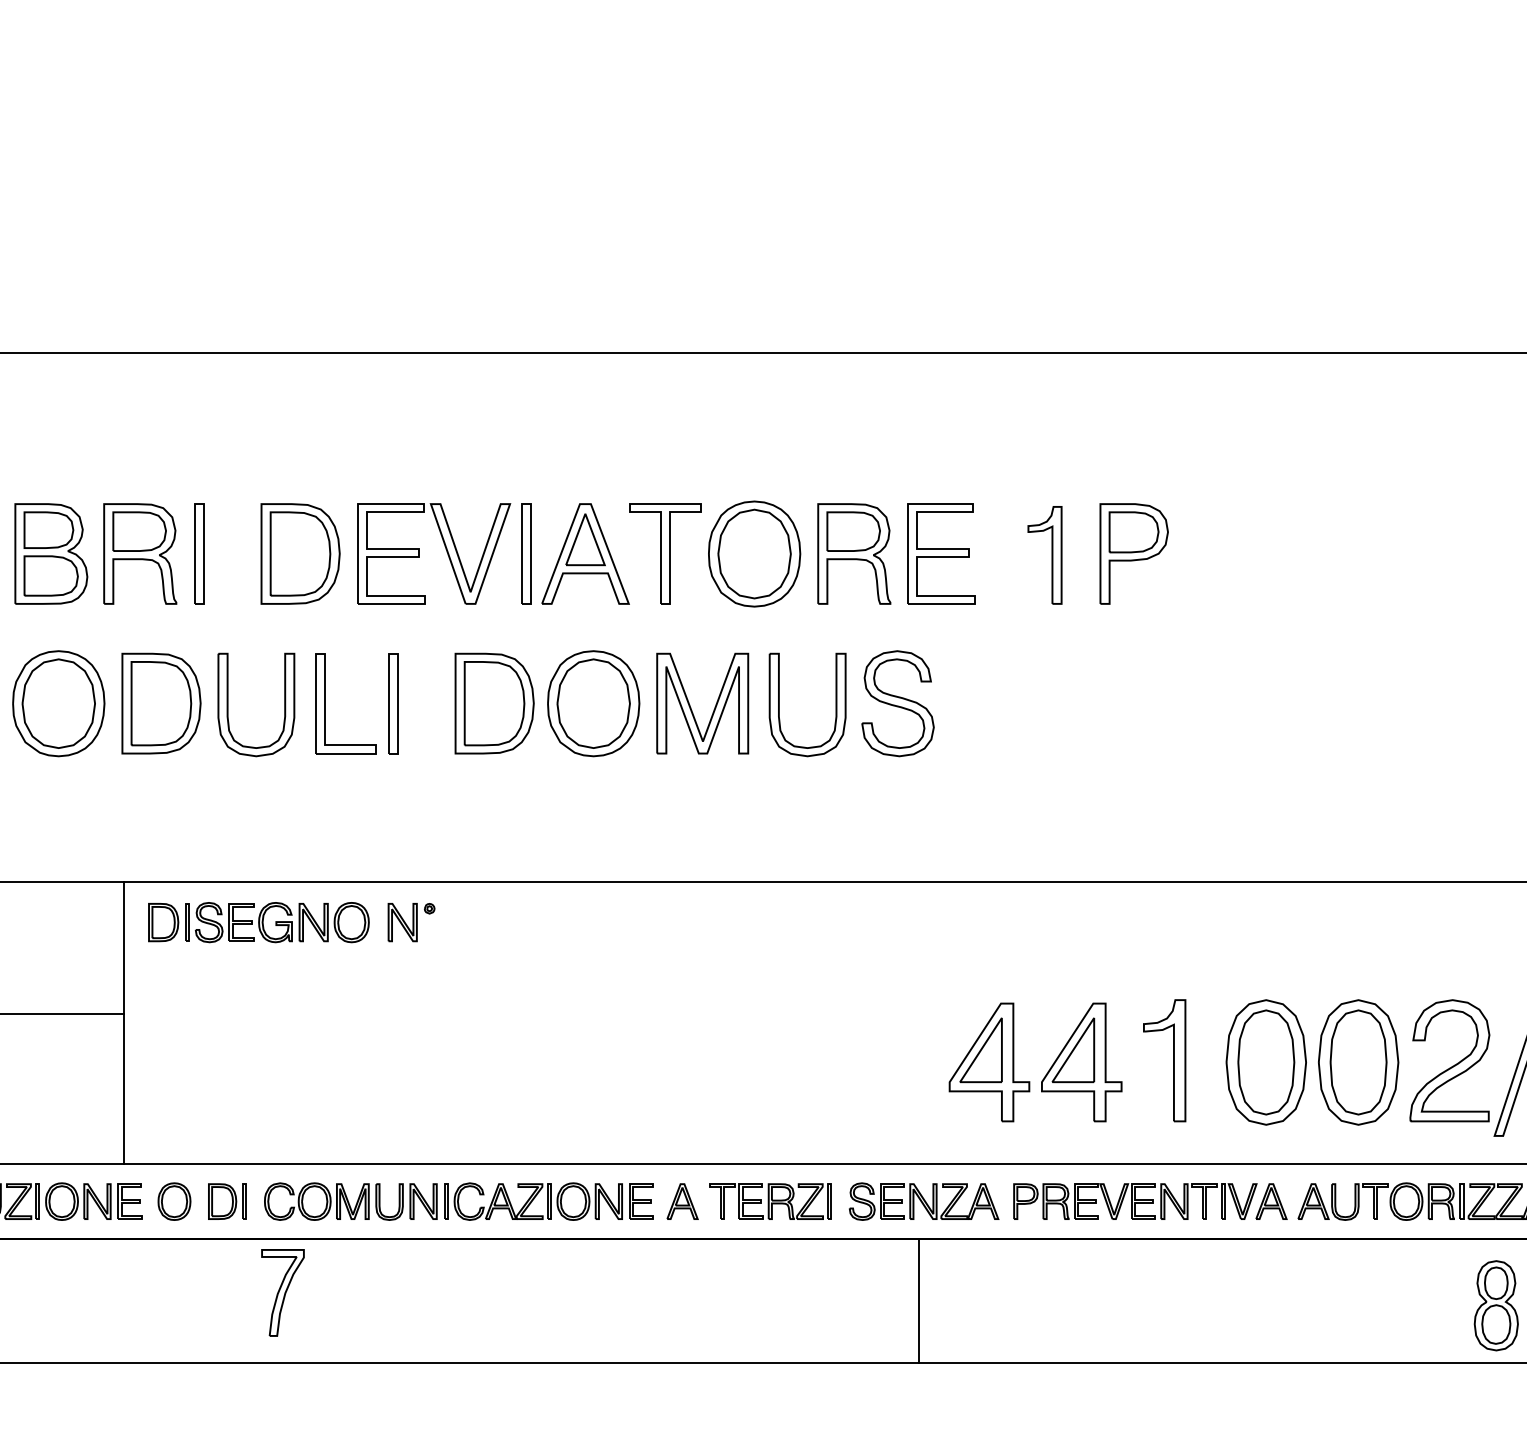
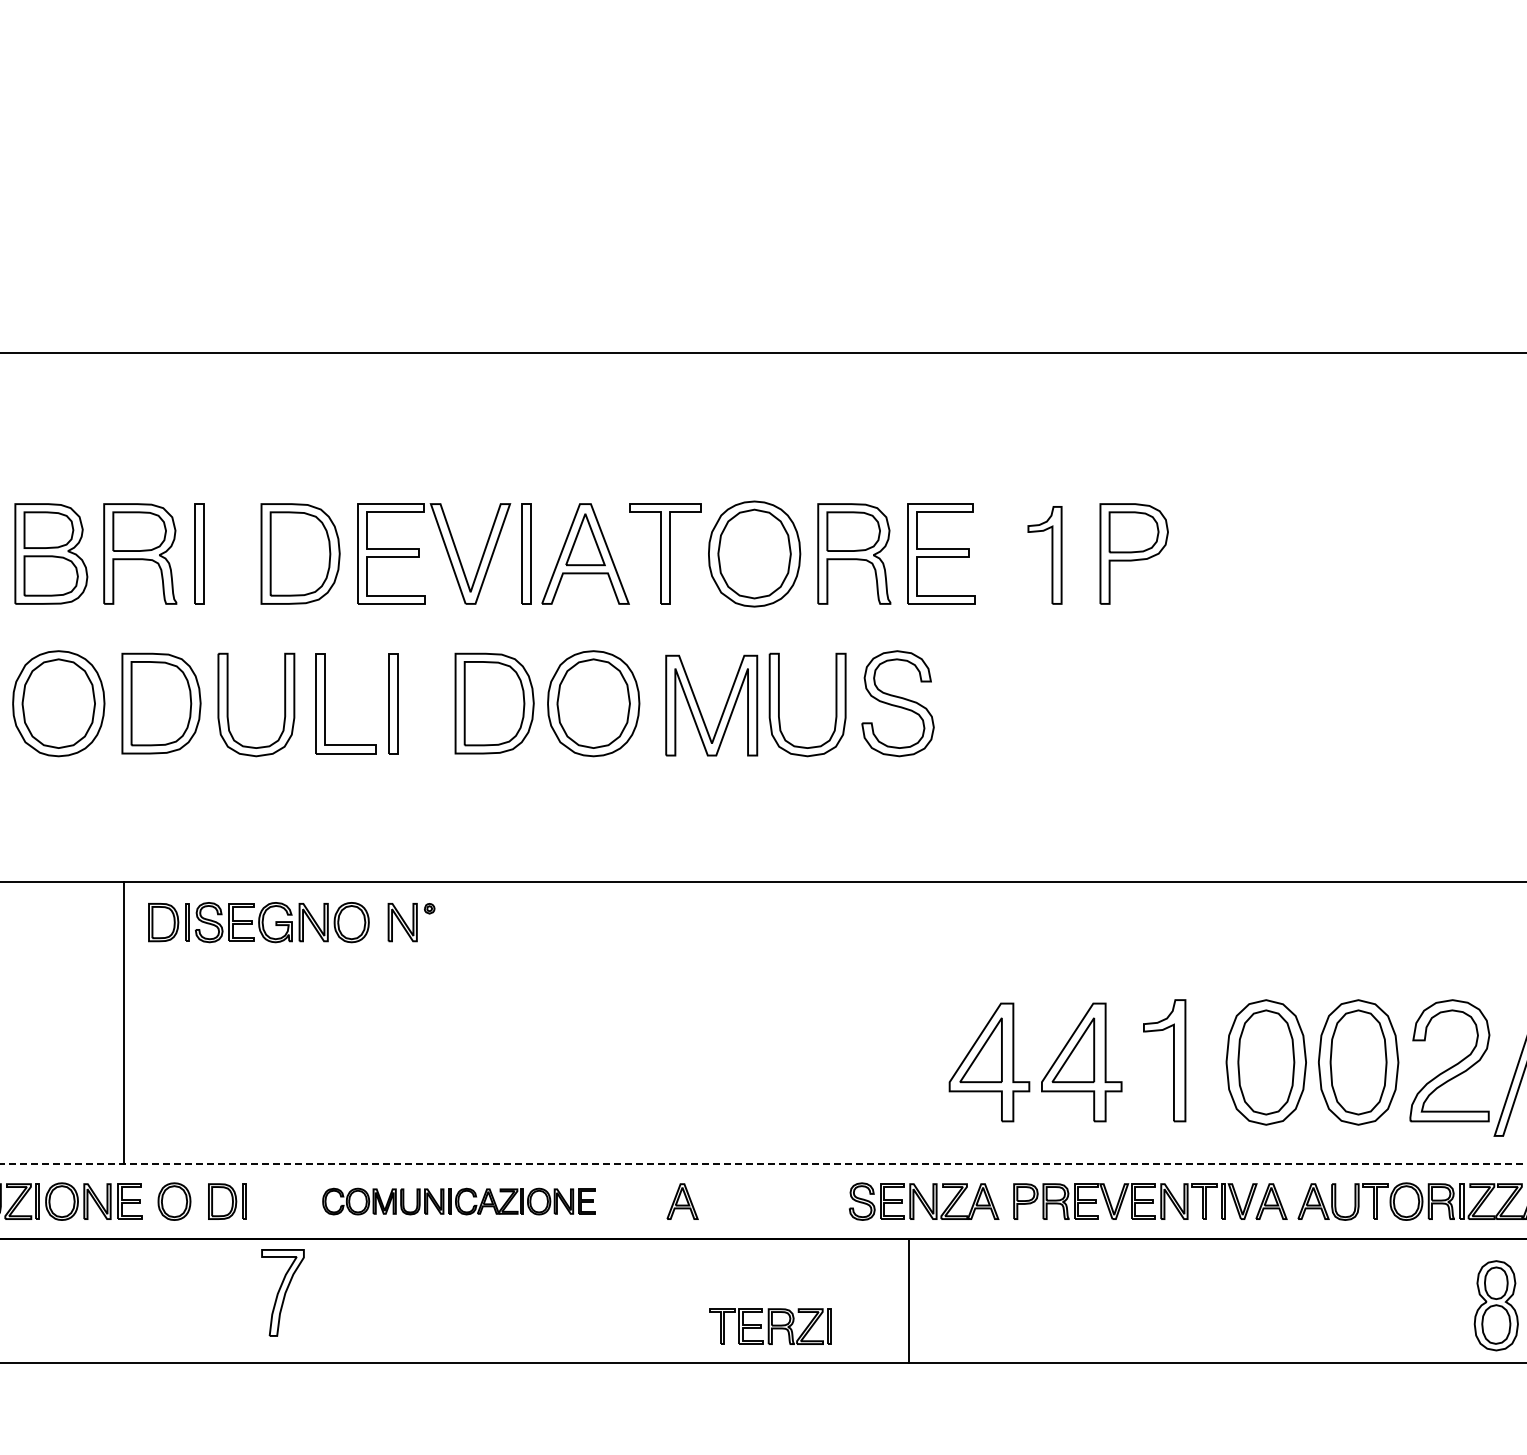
part at (691, 707) position: (691, 707) -> (700, 709)
line at (62, 1014): present -> none
line at (763, 1163): solid -> dashed
part at (458, 1201) size: 390x39 px -> 274x29 px
part at (770, 1201) position: (770, 1201) -> (770, 1326)
line at (918, 1300) position: (918, 1300) -> (908, 1300)
